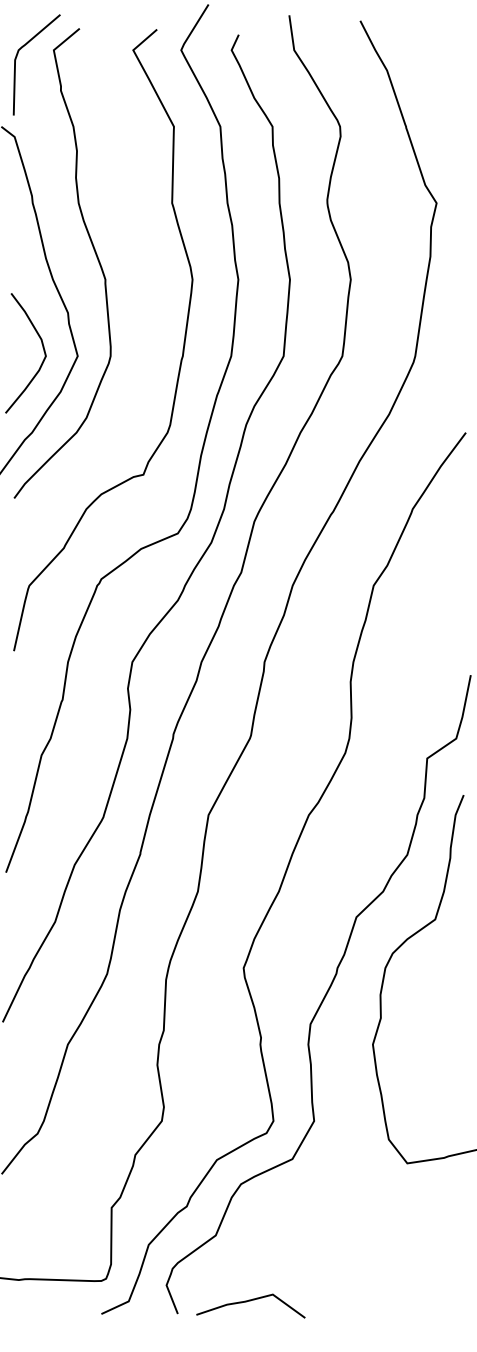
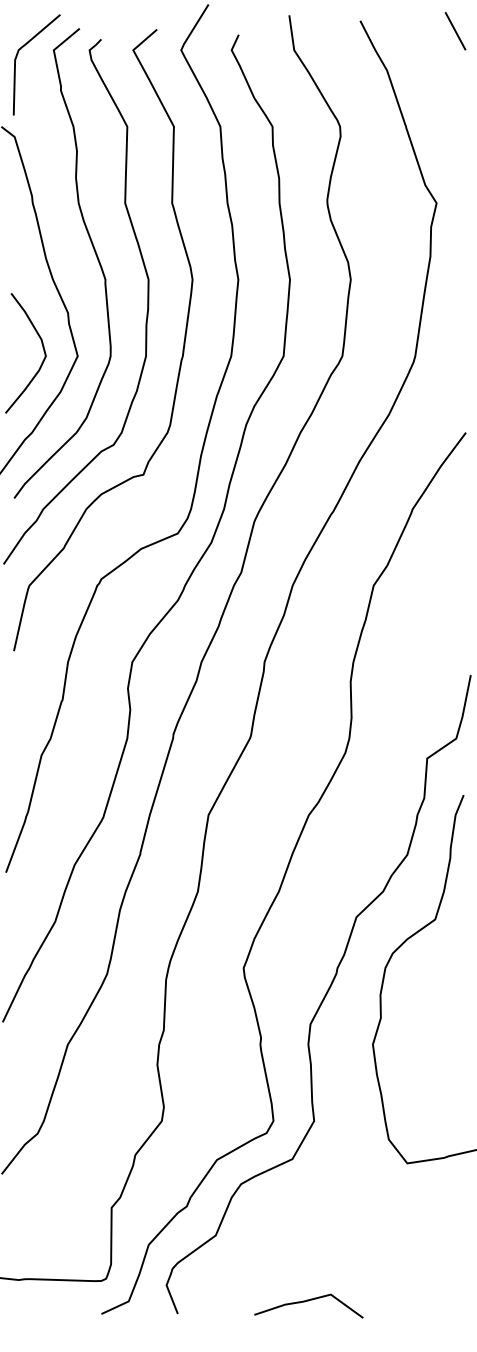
line at (455, 31): none -> present
curve at (146, 312): none -> present
line at (250, 1301) position: (250, 1301) -> (308, 1301)
